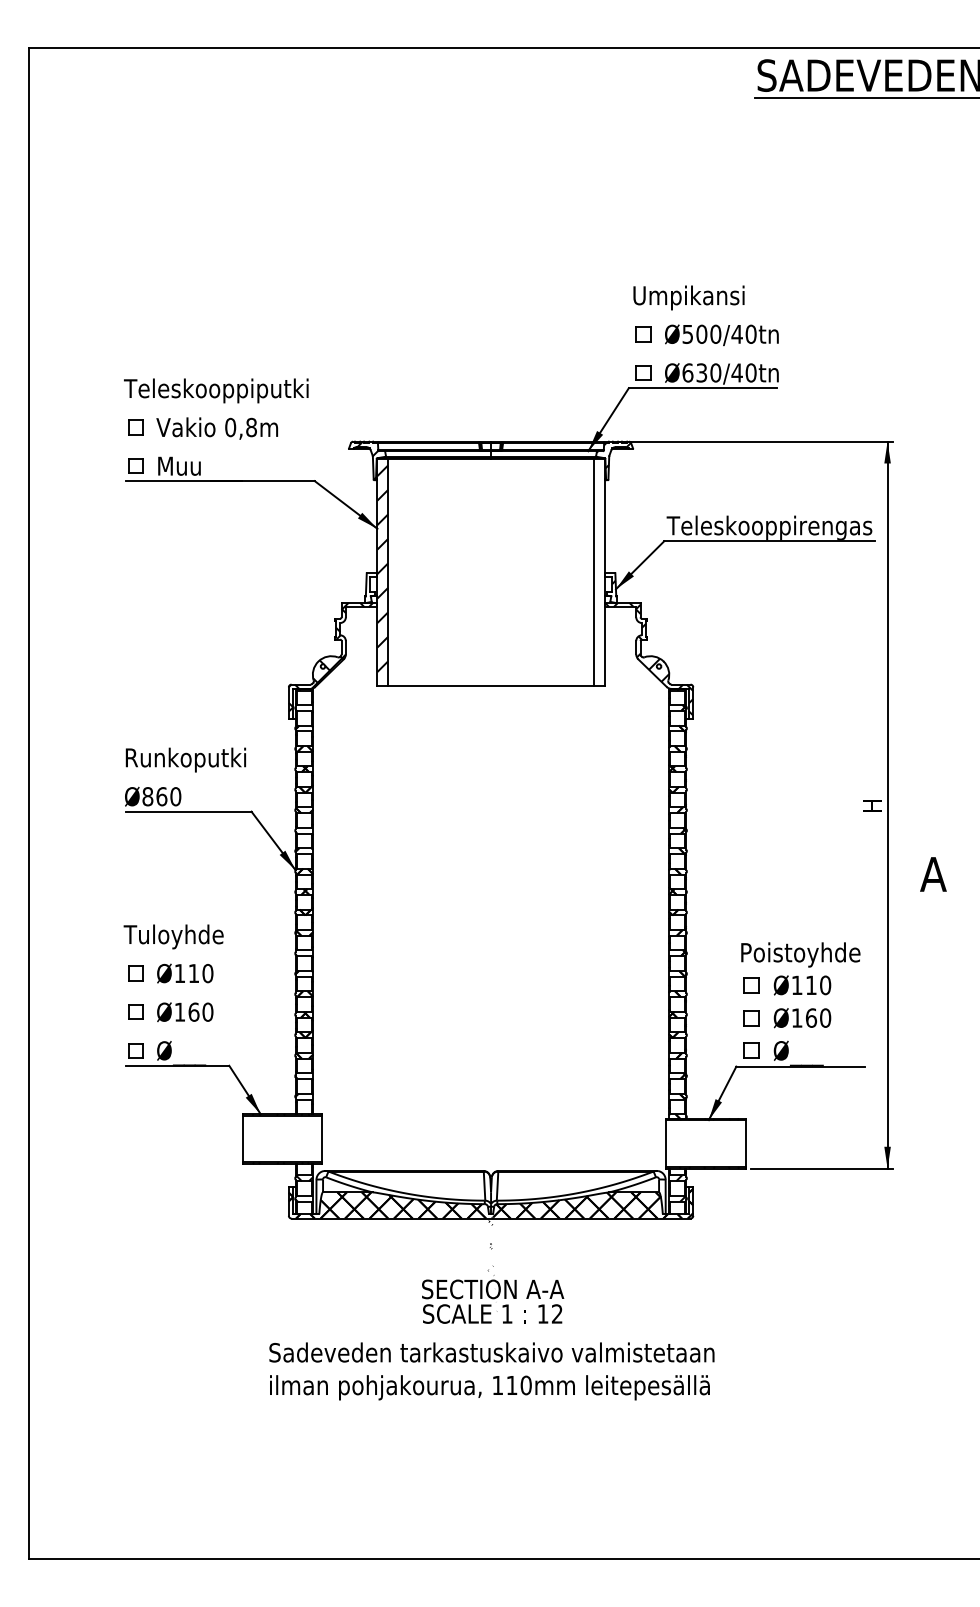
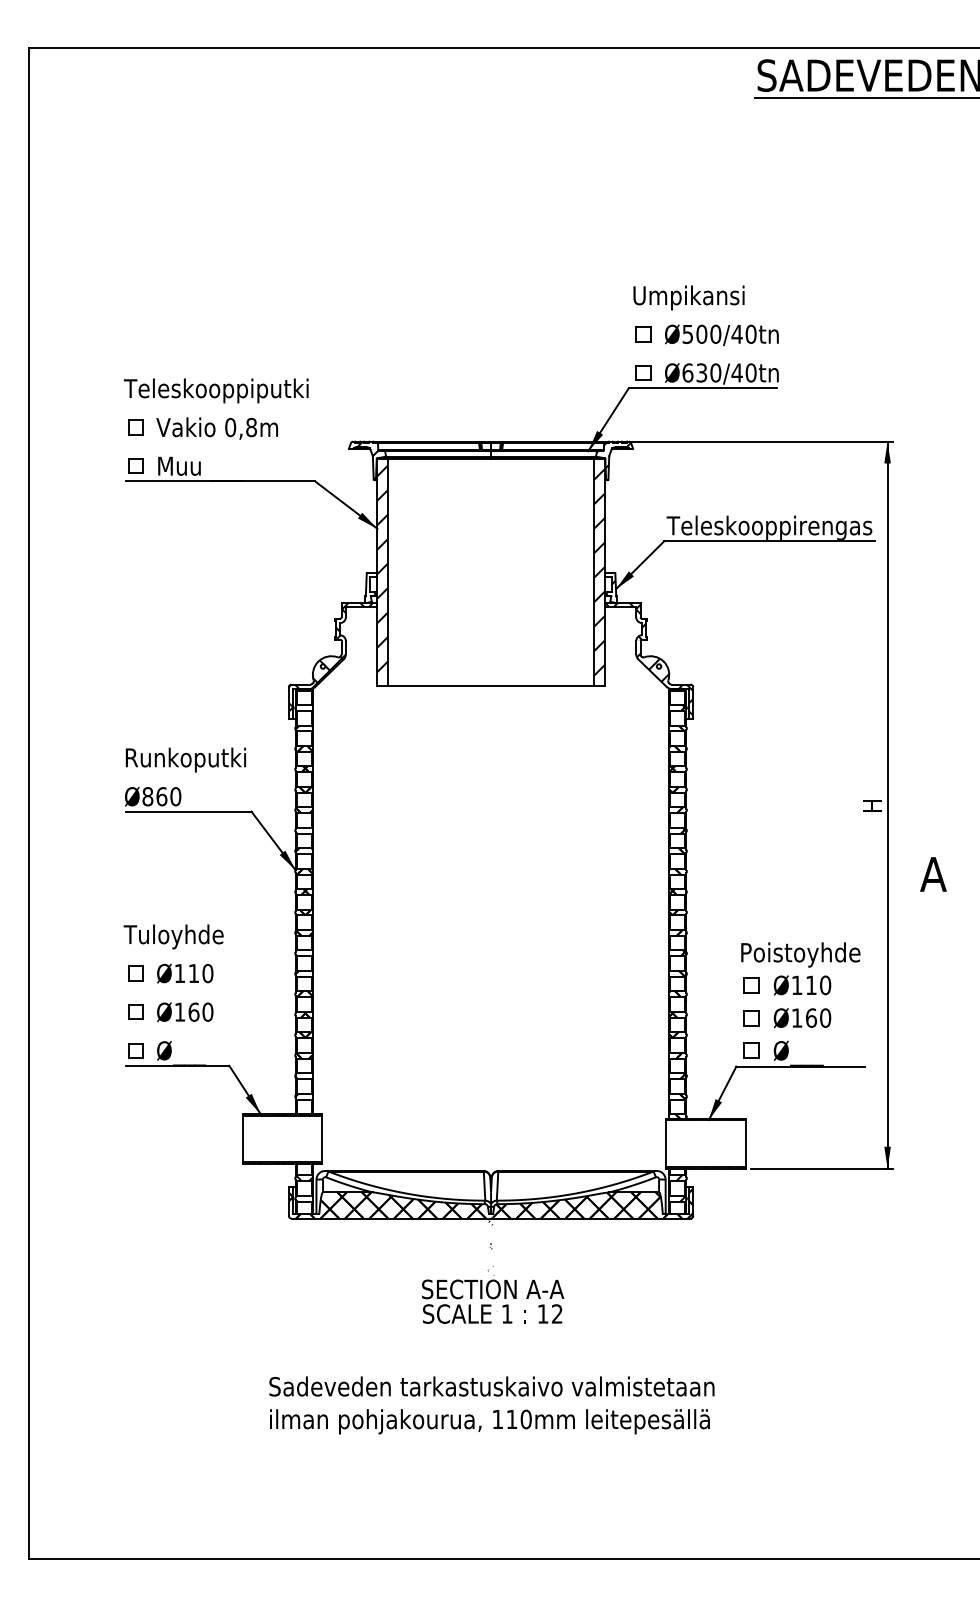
hatch at (598, 572): none -> present
text at (491, 1371) position: (491, 1371) -> (491, 1405)
